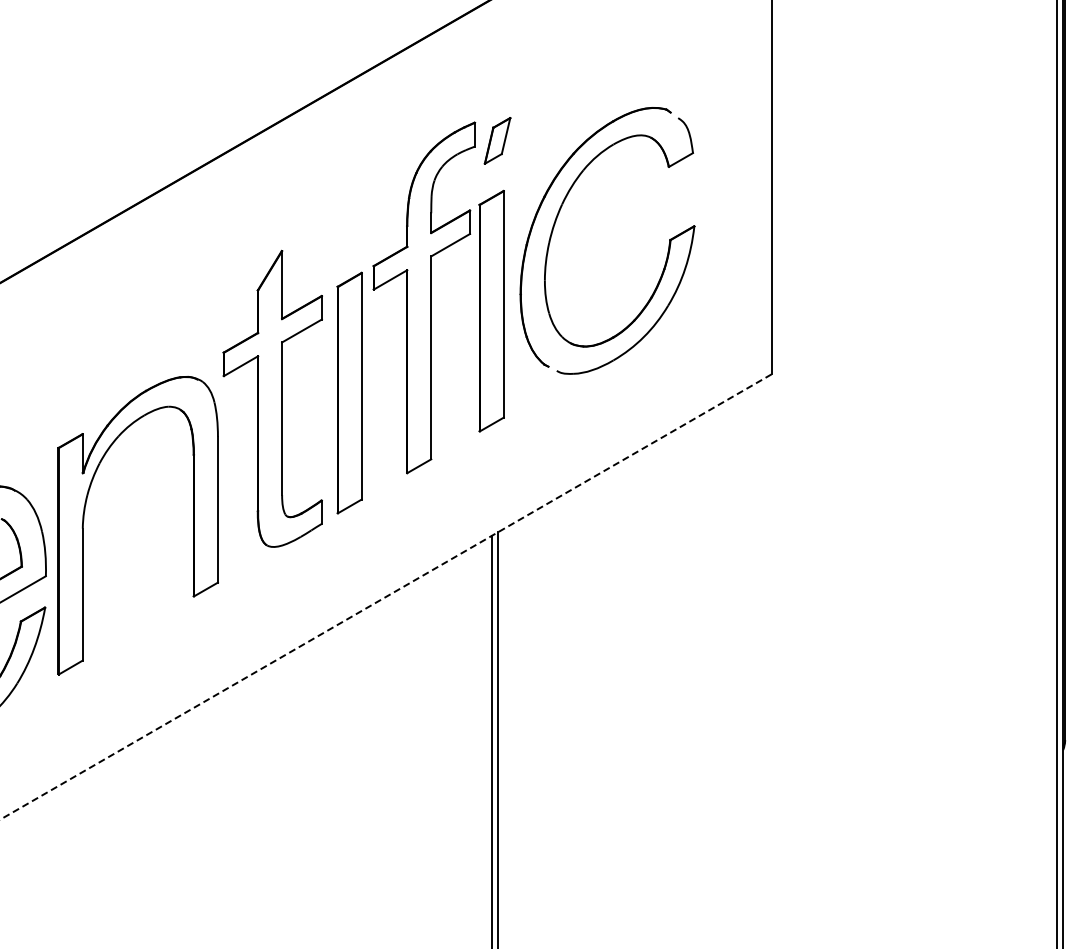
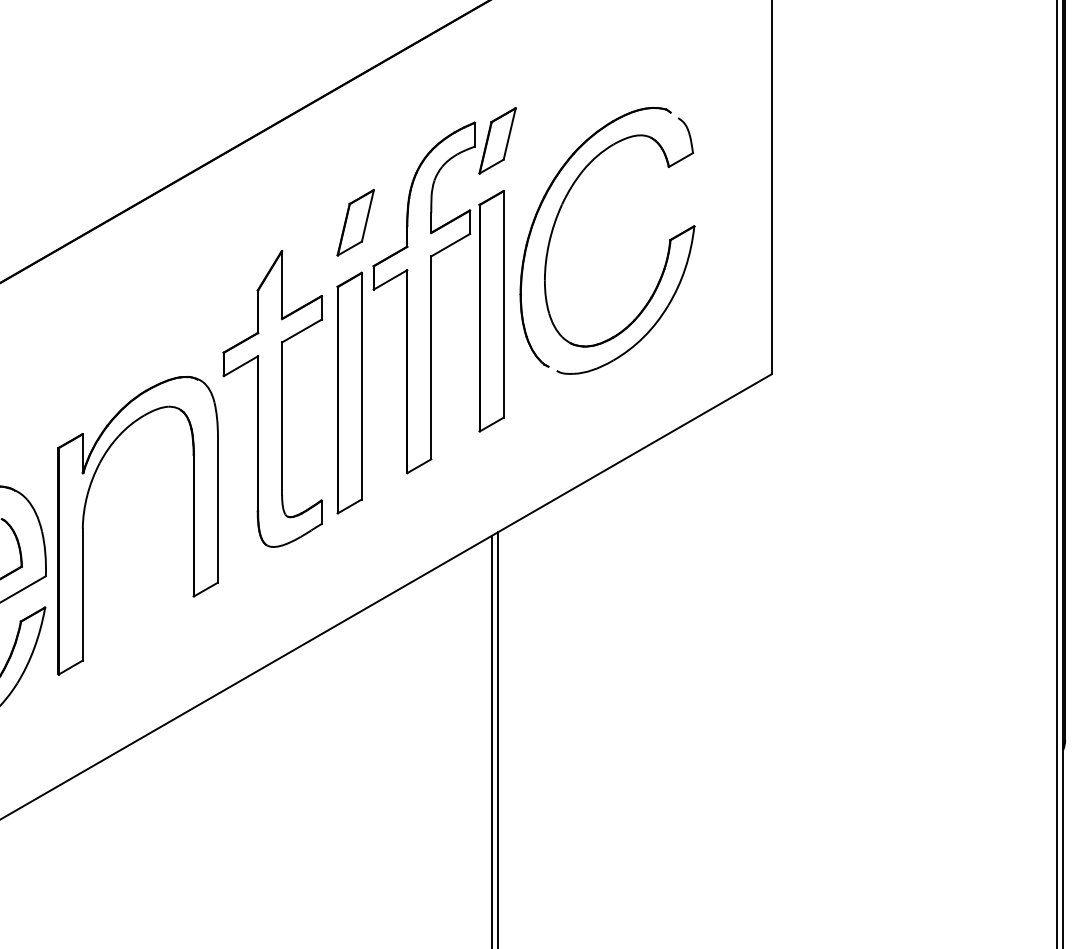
part at (497, 140) size: 29x48 px -> 39x68 px
part at (355, 222): none -> present
line at (385, 597): dashed -> solid
